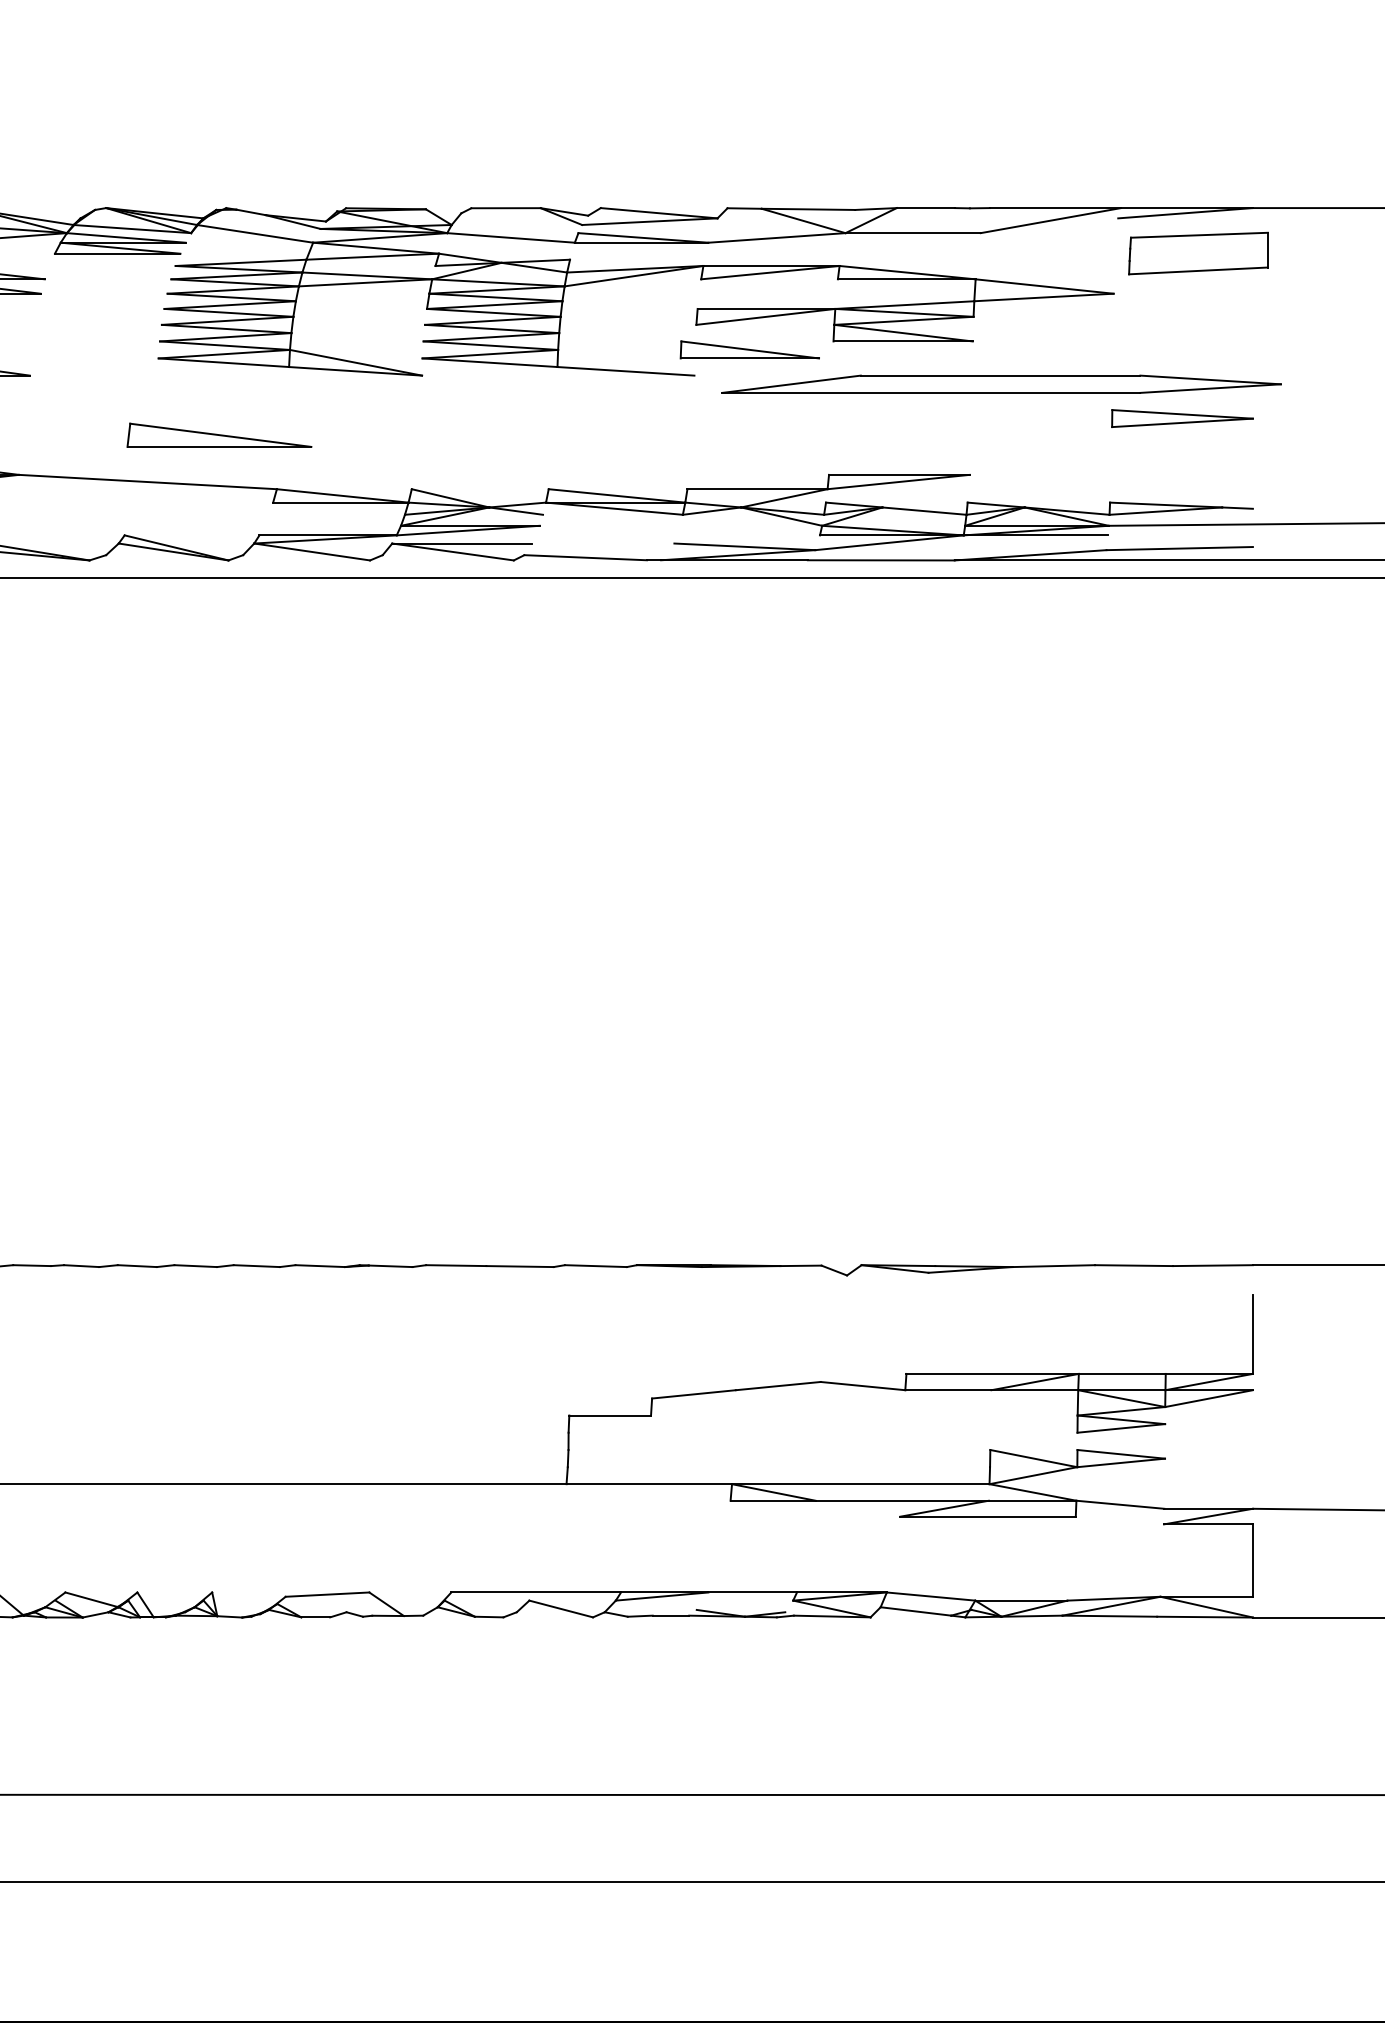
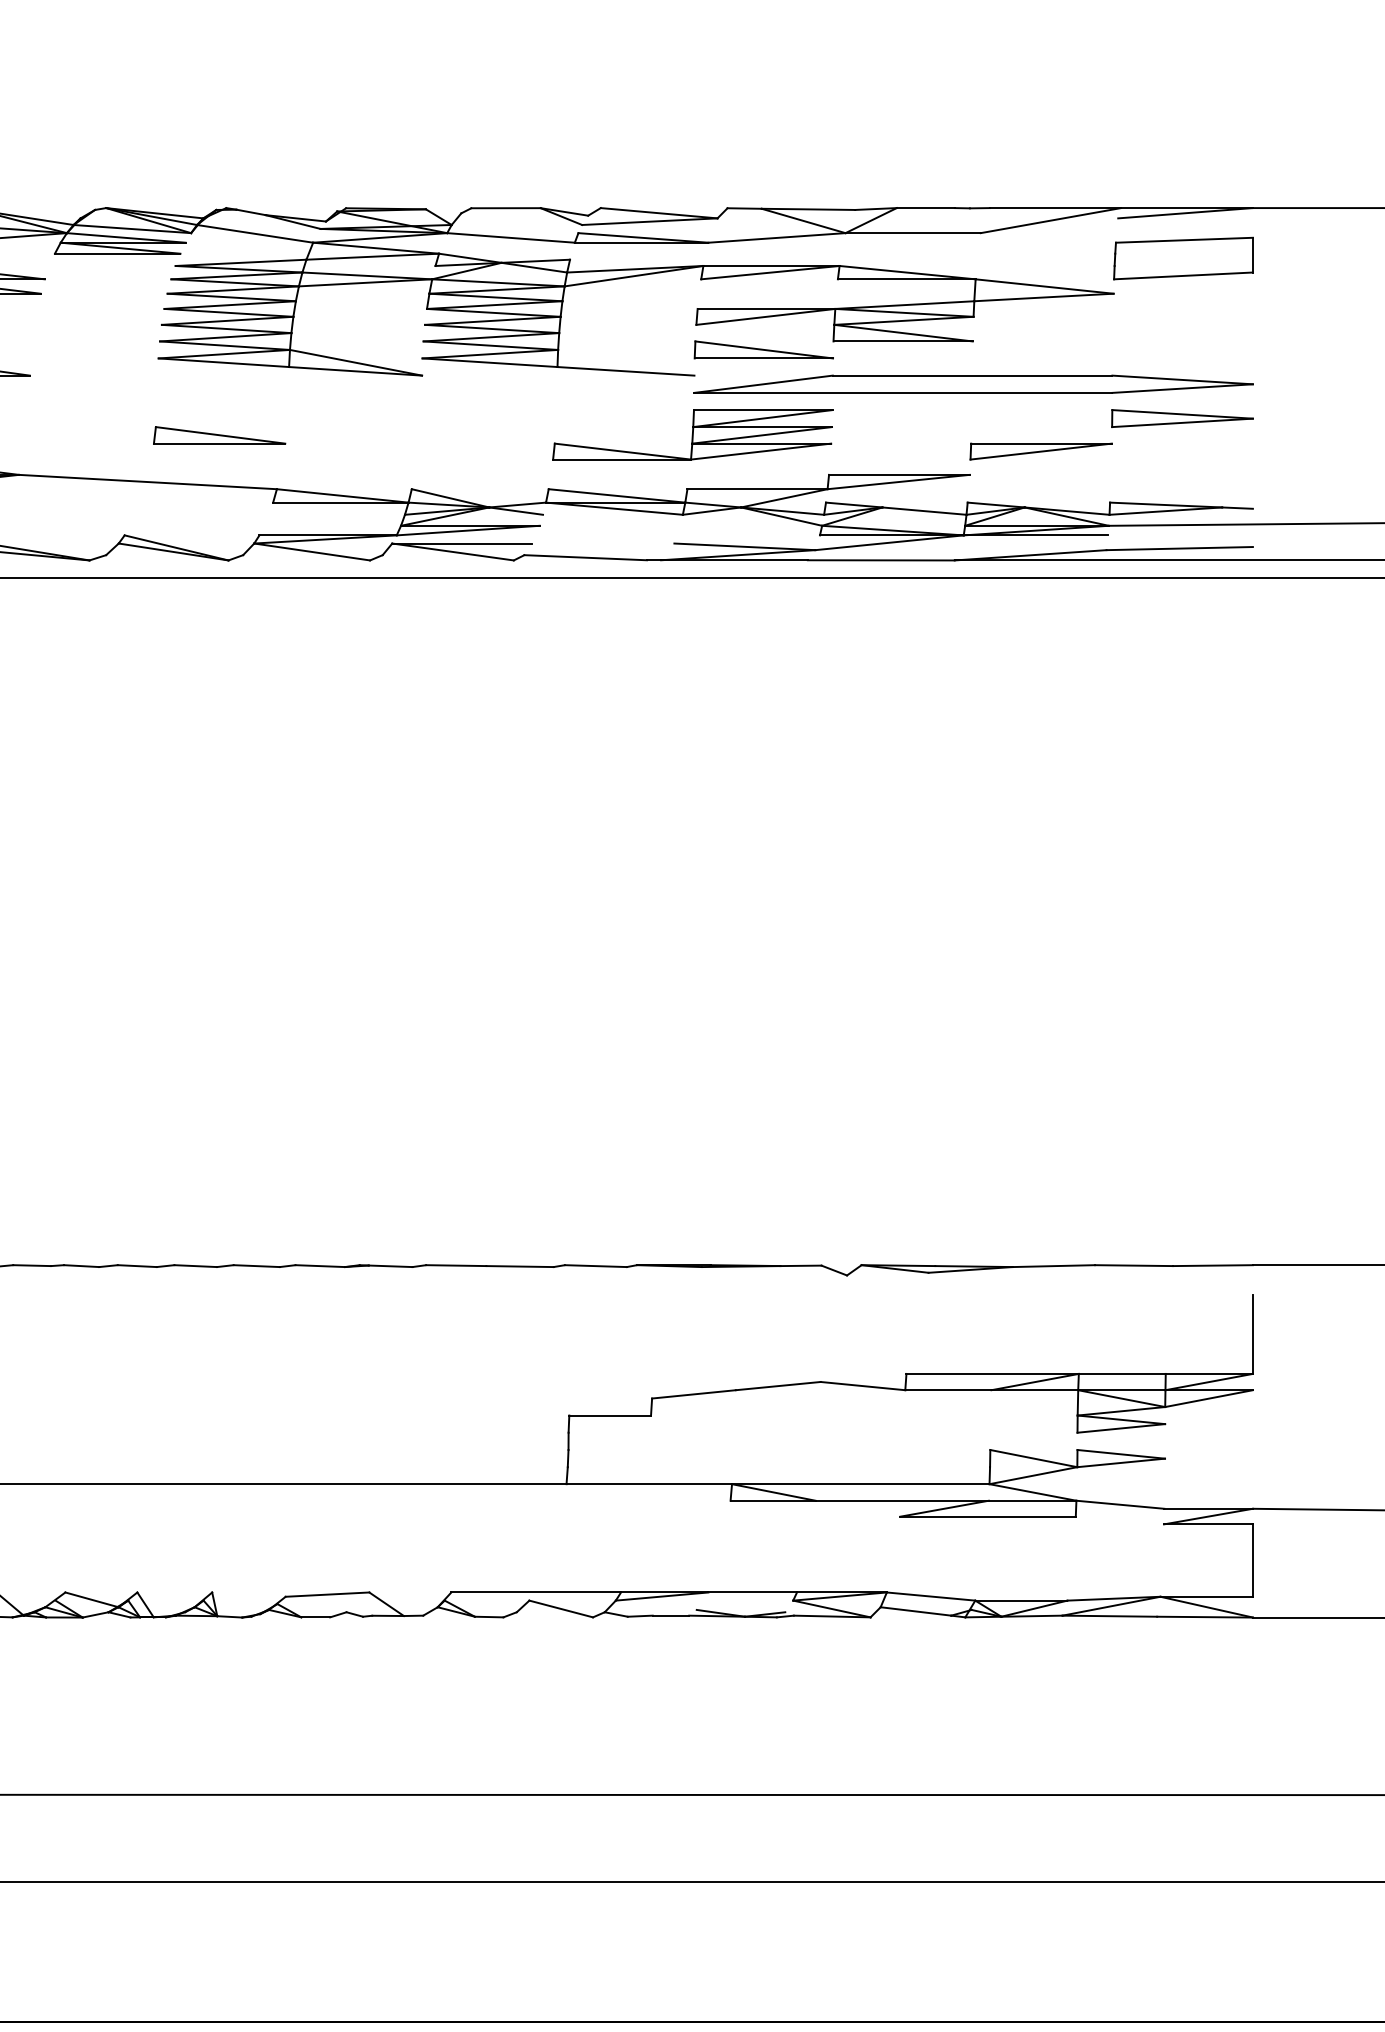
part at (1198, 253) position: (1198, 253) -> (1183, 258)
part at (749, 349) position: (749, 349) -> (763, 349)
part at (1001, 383) position: (1001, 383) -> (973, 383)
part at (219, 434) size: 187x26 px -> 134x19 px
part at (692, 434): none -> present
part at (1040, 451): none -> present
